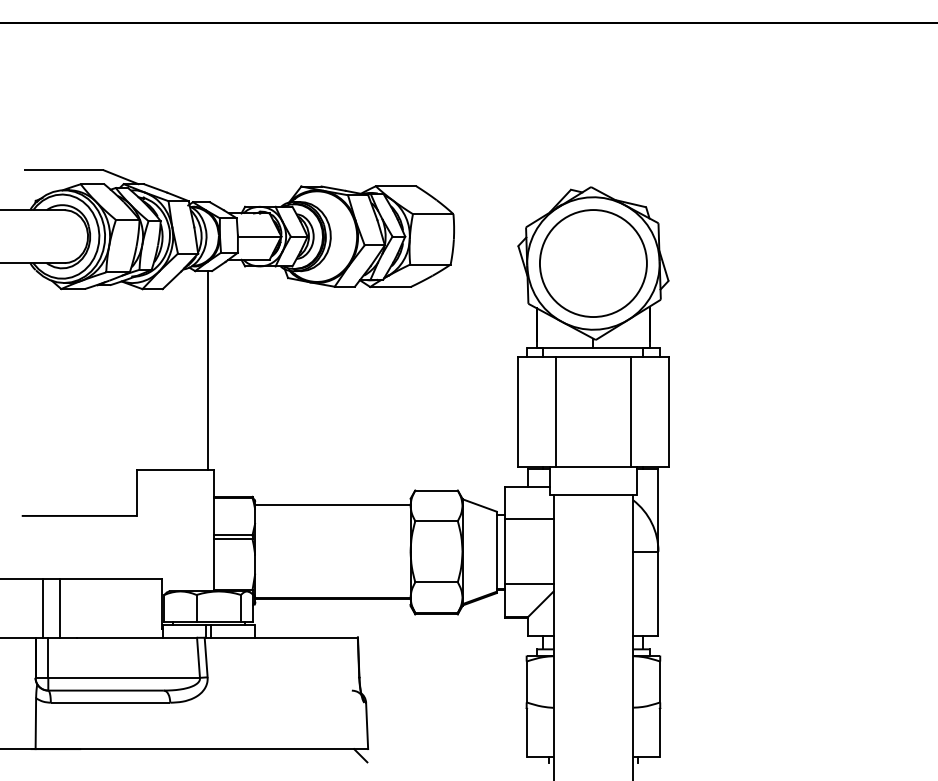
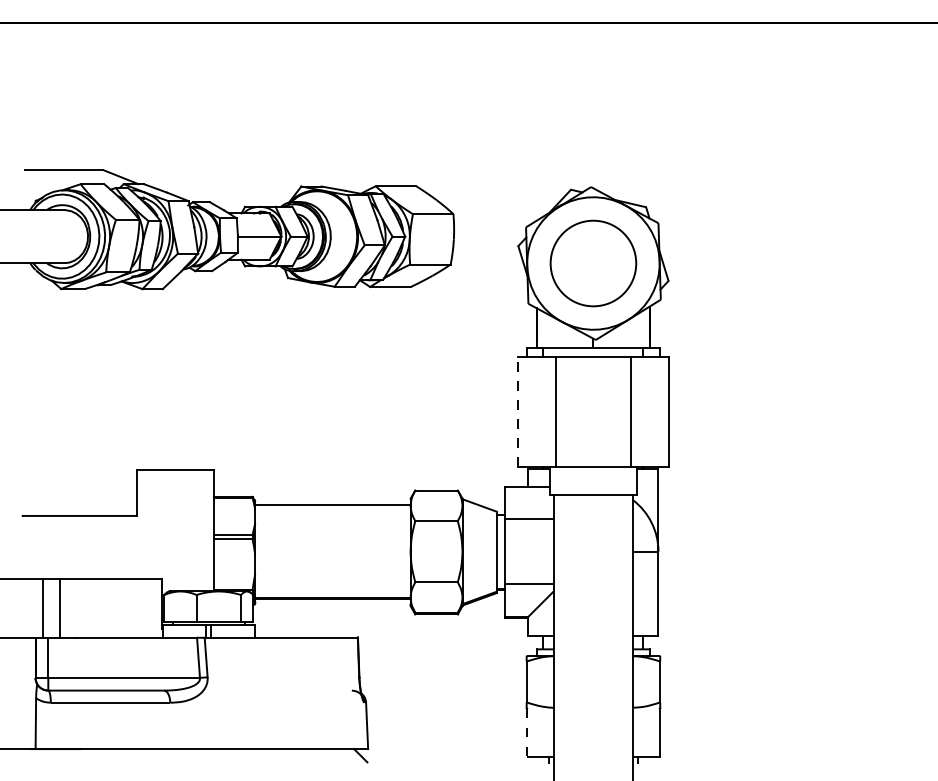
circle at (592, 263) diameter: 107 px -> 86 px
line at (208, 370): present -> none
line at (518, 412): solid -> dashed
line at (527, 732): solid -> dashed
